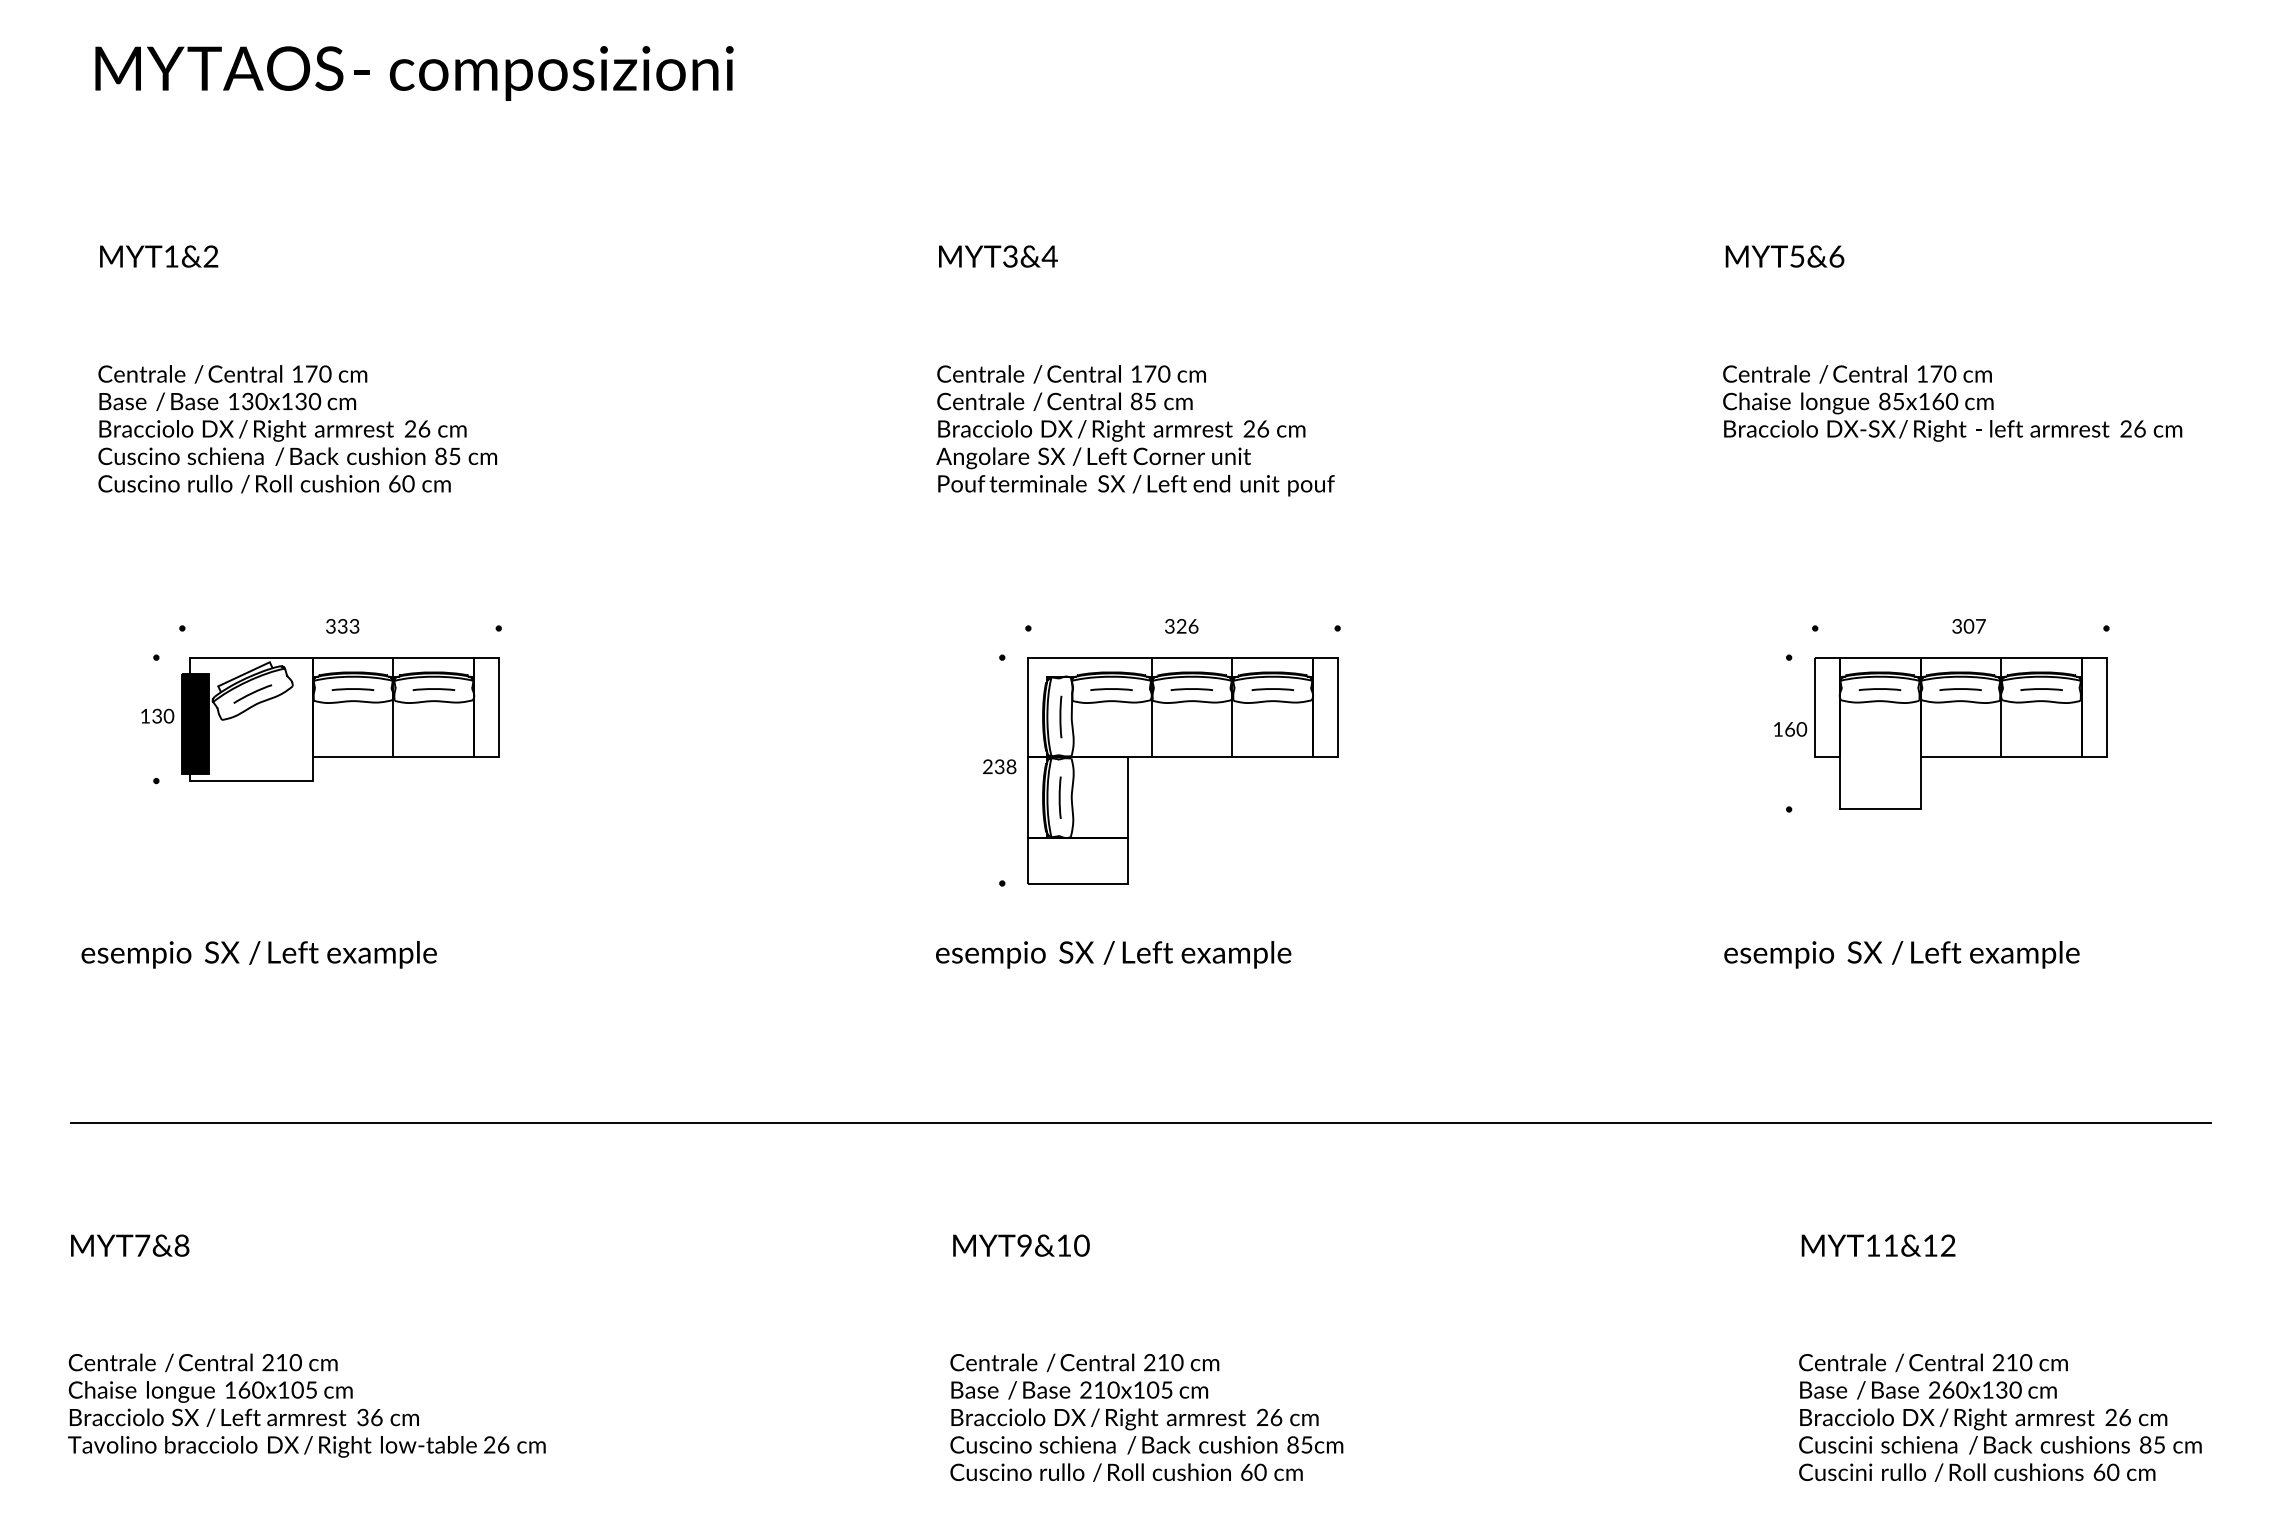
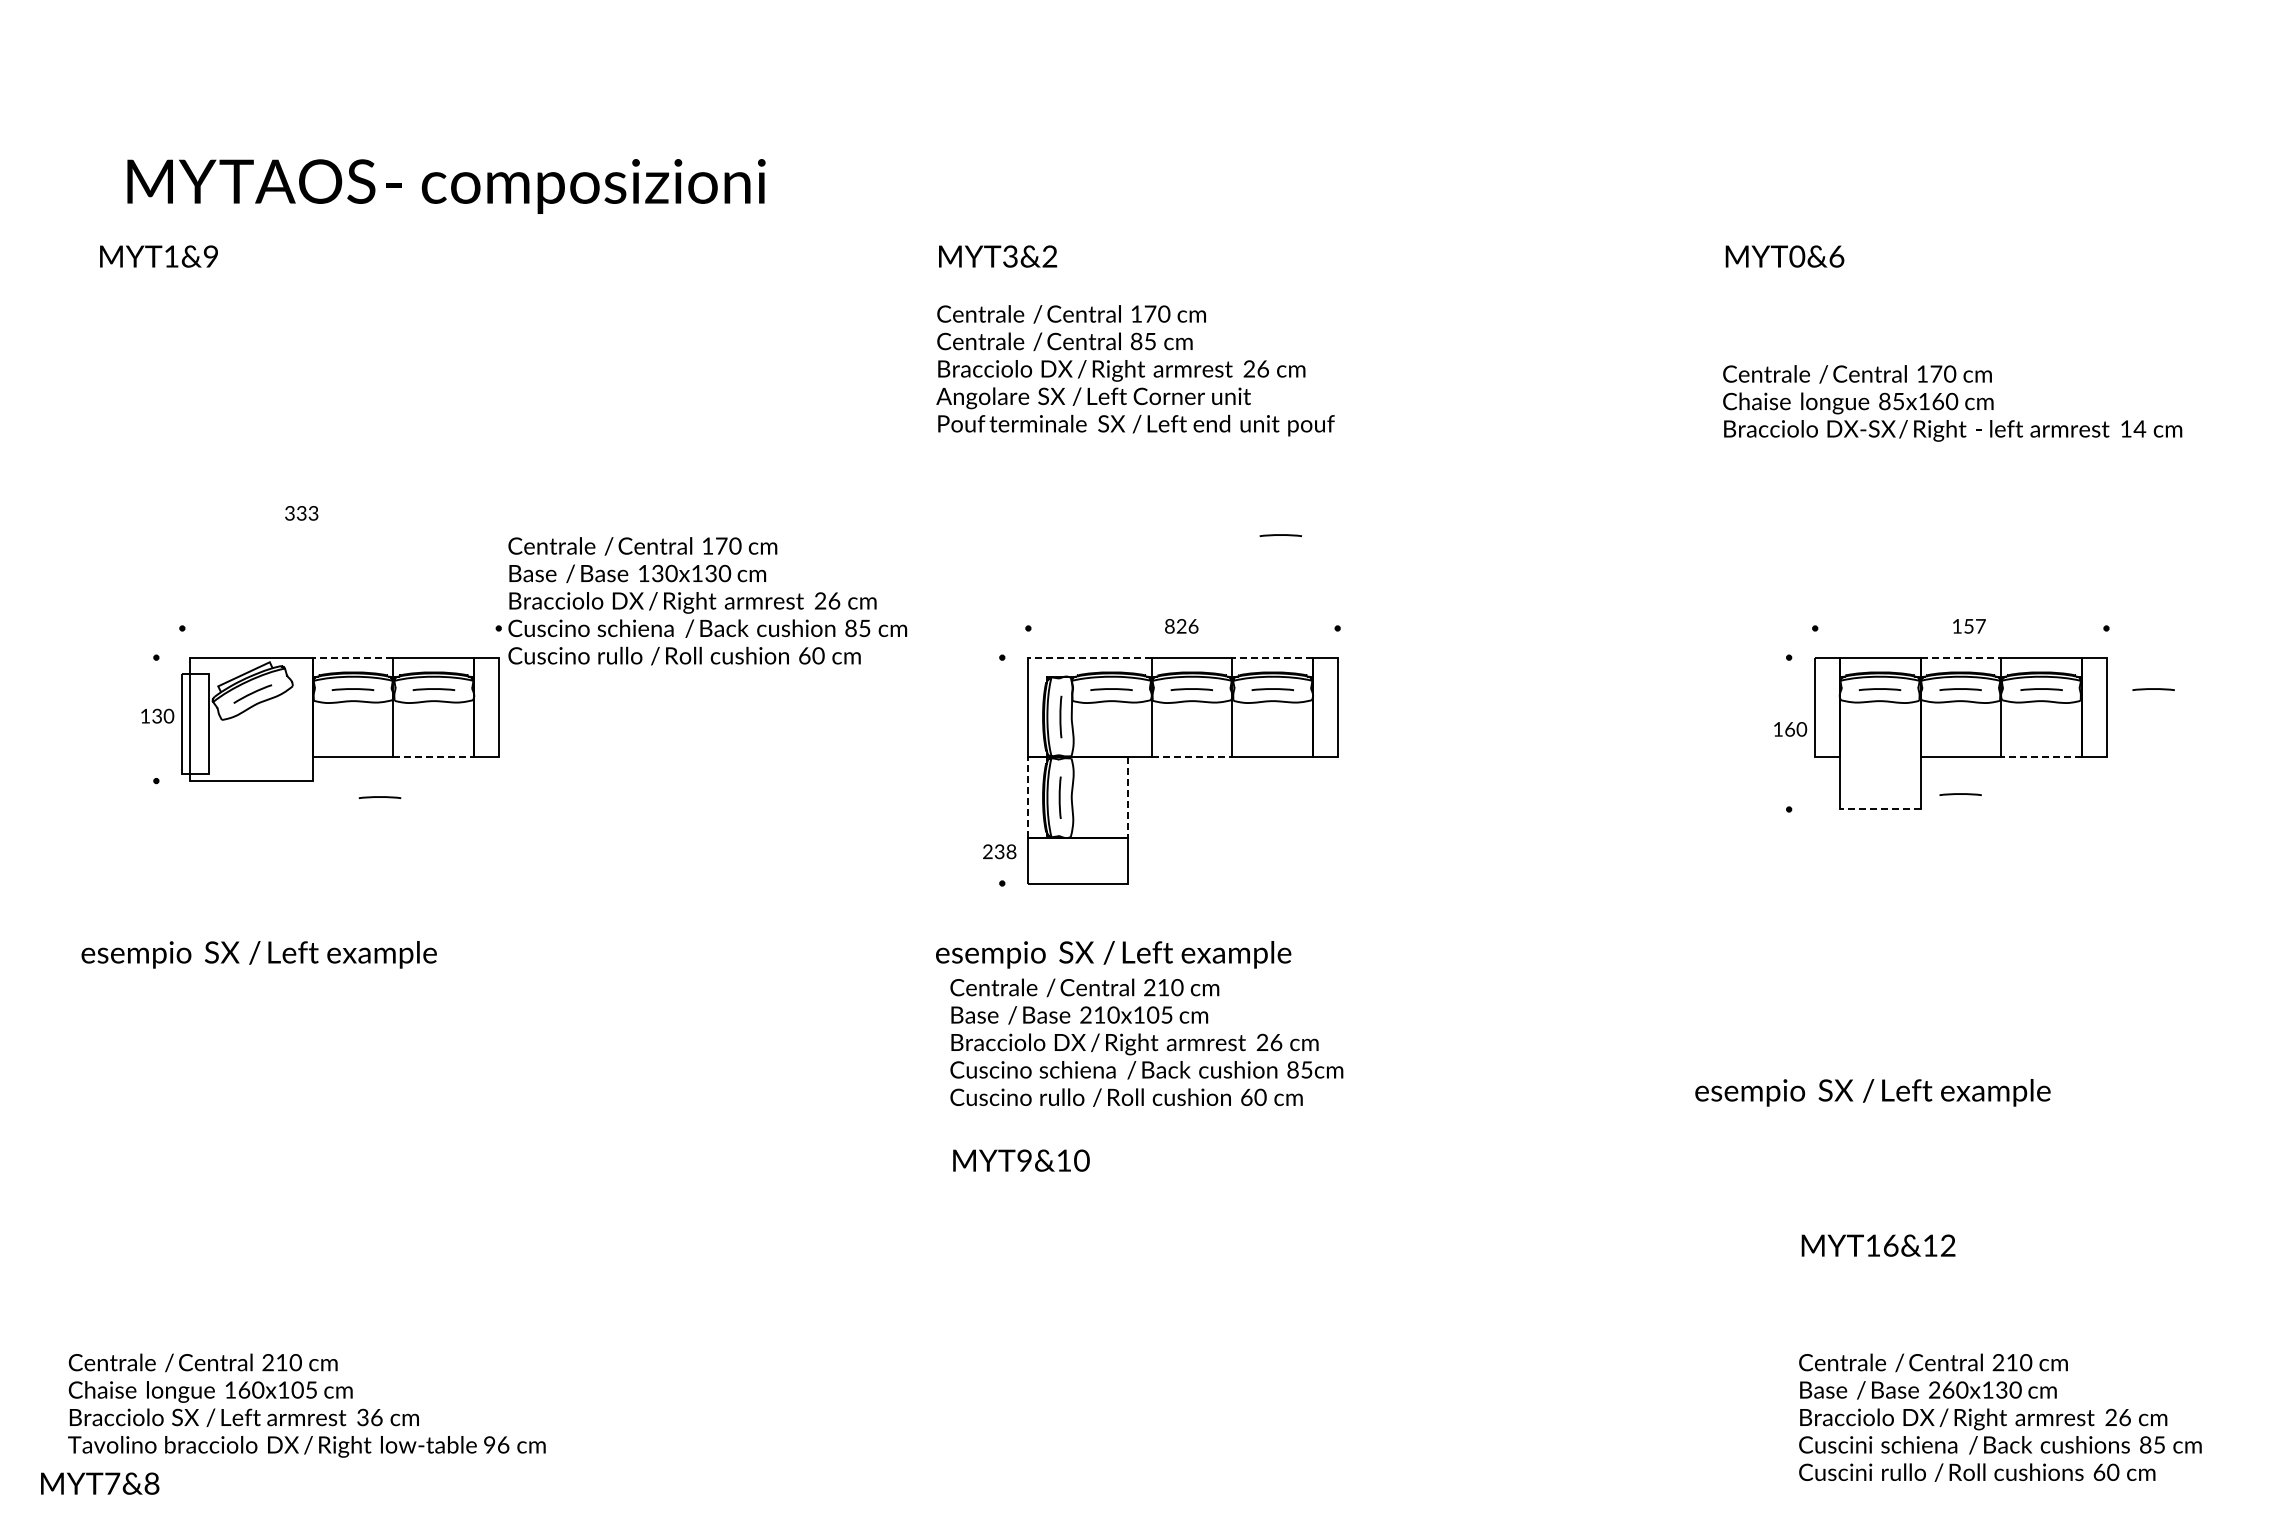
text at (414, 73) position: (414, 73) -> (446, 186)
text at (210, 256): MYT1&2 -> MYT1&9
text at (1049, 256): MYT3&4 -> MYT3&2
text at (1797, 256): MYT5&6 -> MYT0&6
text at (2133, 428): 26 -> 14
text at (297, 429) position: (297, 429) -> (707, 601)
text at (1135, 430) position: (1135, 430) -> (1135, 370)
line at (1280, 535): none -> present
text at (342, 626) position: (342, 626) -> (301, 513)
text at (1169, 626): 326 -> 826
text at (1963, 626): 307 -> 157
line at (352, 657): solid -> dashed
line at (1090, 657): solid -> dashed
line at (1272, 657): solid -> dashed
line at (1961, 657): solid -> dashed
line at (2153, 689): none -> present
fill at (195, 723): present -> none
line at (434, 757): solid -> dashed
line at (1192, 757): solid -> dashed
line at (2041, 757): solid -> dashed
text at (999, 766) position: (999, 766) -> (999, 851)
line at (1960, 794): none -> present
line at (379, 797): none -> present
line at (1028, 797): solid -> dashed
line at (1128, 798): solid -> dashed
line at (1879, 809): solid -> dashed
text at (1901, 954) position: (1901, 954) -> (1872, 1092)
line at (1140, 1122): present -> none
text at (130, 1245) position: (130, 1245) -> (100, 1483)
text at (1021, 1245) position: (1021, 1245) -> (1021, 1160)
text at (1890, 1245): MYT11&12 -> MYT16&12
text at (1146, 1417) position: (1146, 1417) -> (1146, 1042)
text at (489, 1445): 26 -> 96
